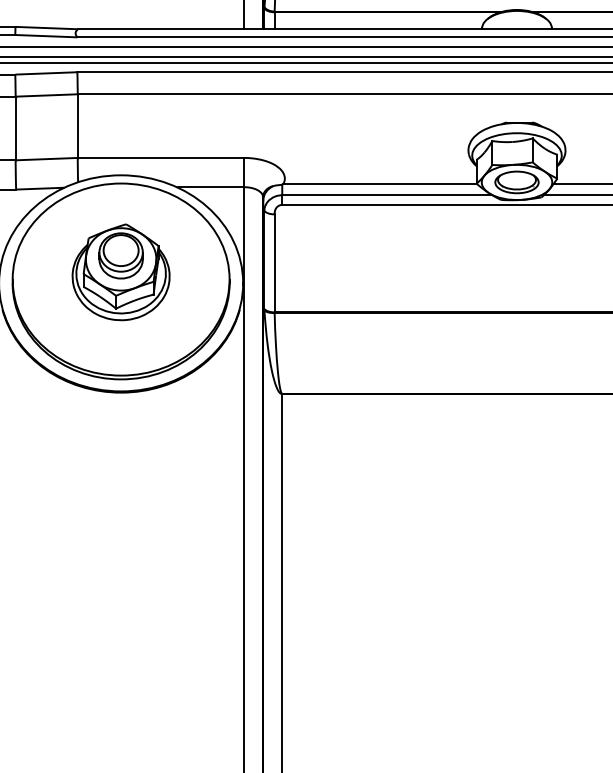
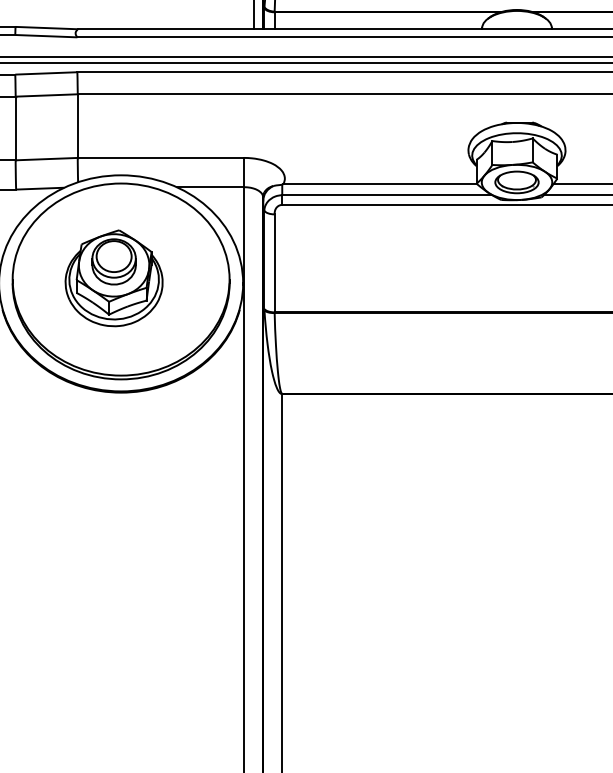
line at (244, 15) position: (244, 15) -> (254, 15)
line at (305, 46): present -> none
part at (120, 272) position: (120, 272) -> (113, 278)
